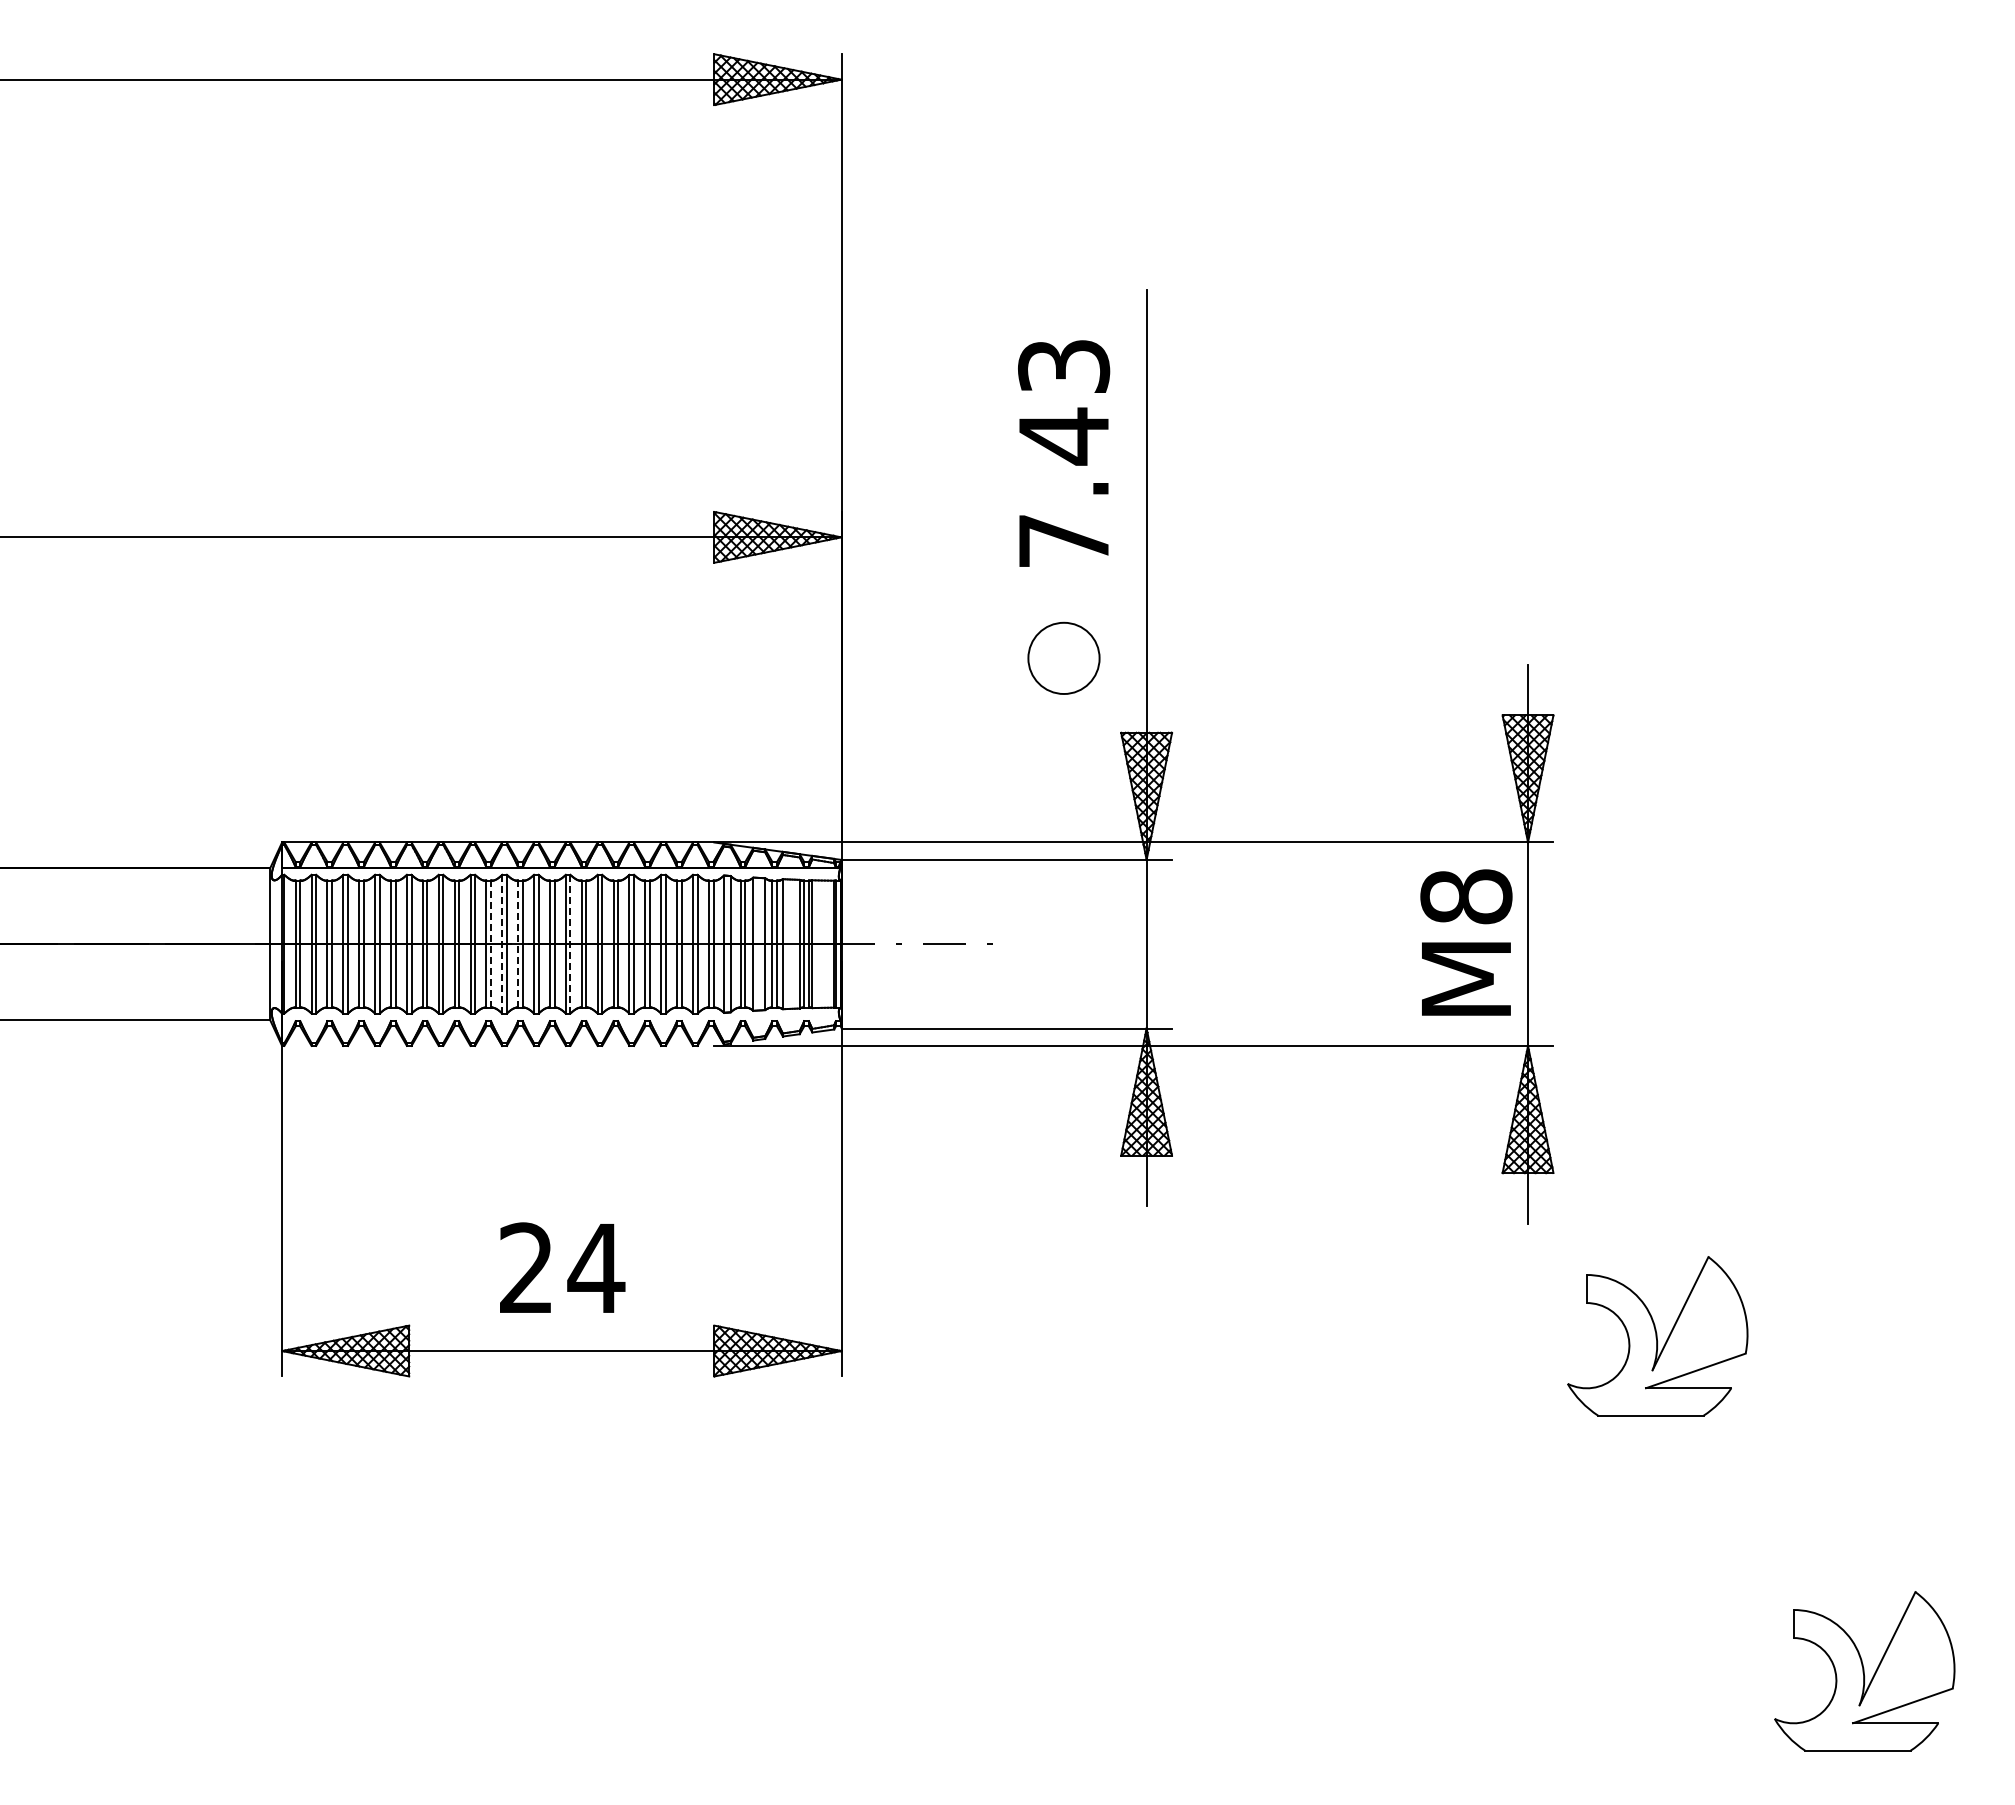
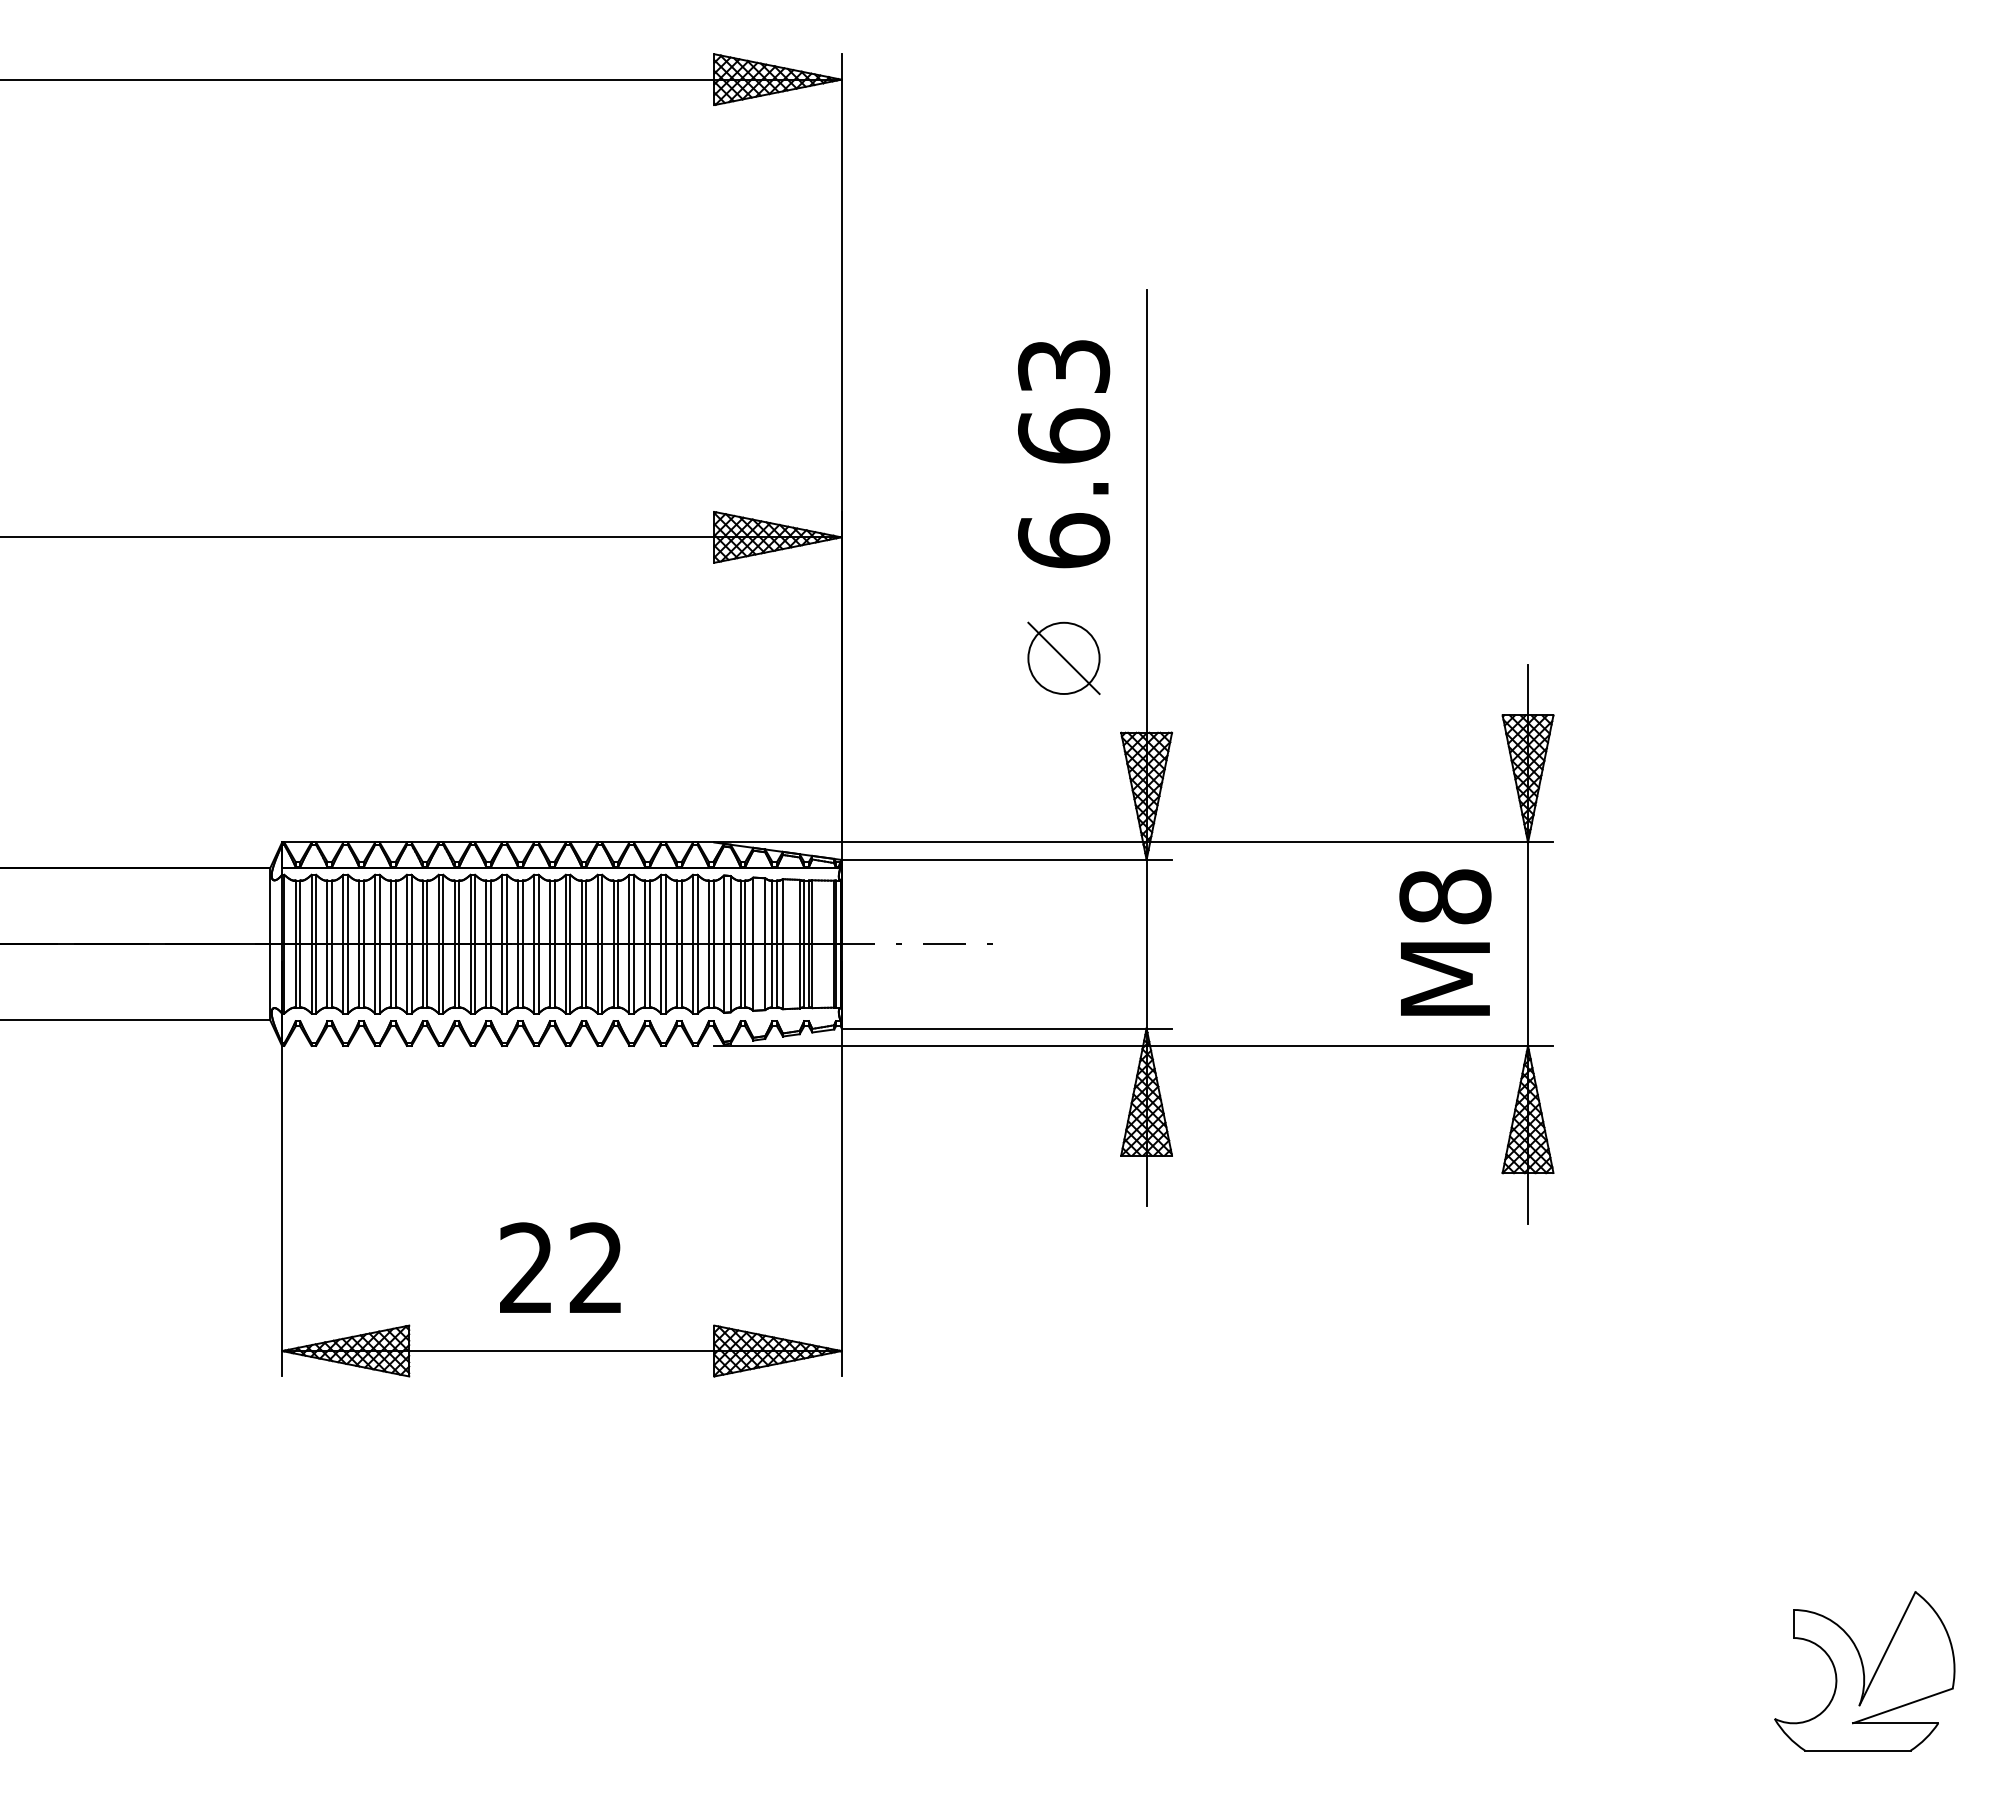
text at (1064, 487): 7.43 -> 6.63
line at (1063, 658): none -> present
text at (1466, 942) position: (1466, 942) -> (1445, 942)
line at (502, 943): dashed -> solid
line at (570, 943): dashed -> solid
line at (491, 944): dashed -> solid
line at (518, 944): dashed -> solid
text at (596, 1267): 24 -> 22
part at (1657, 1336): present -> none
